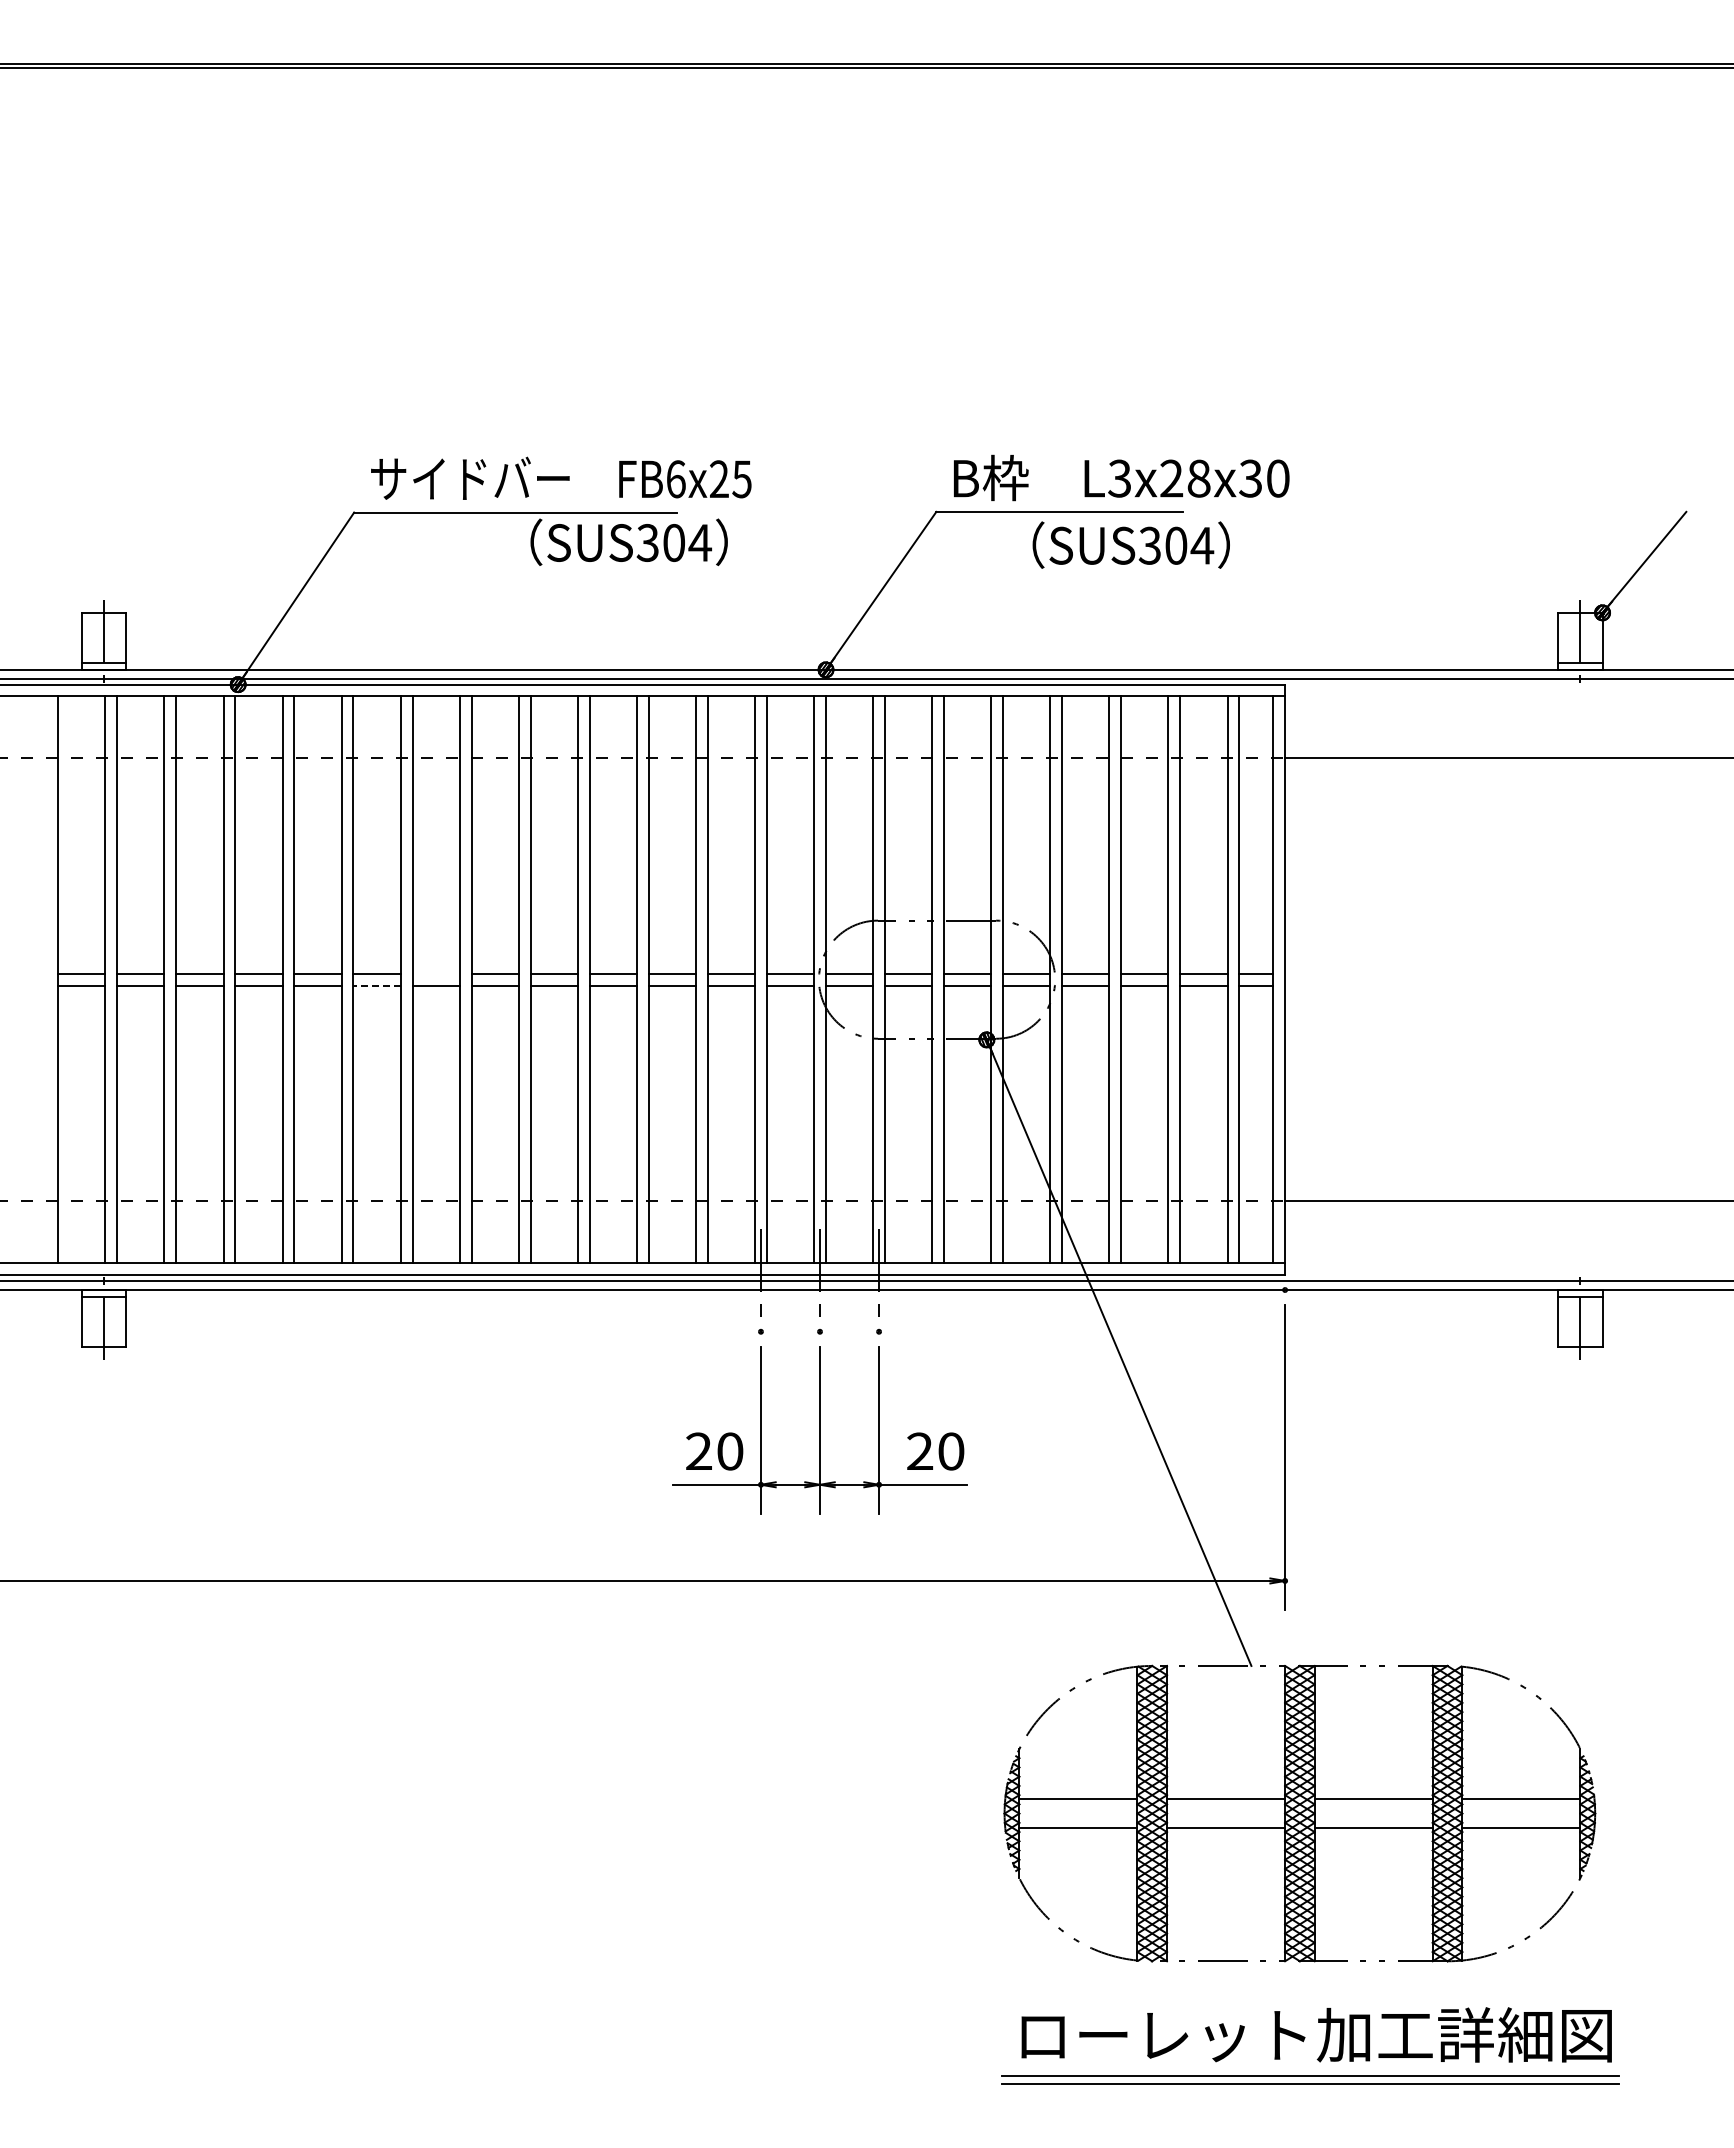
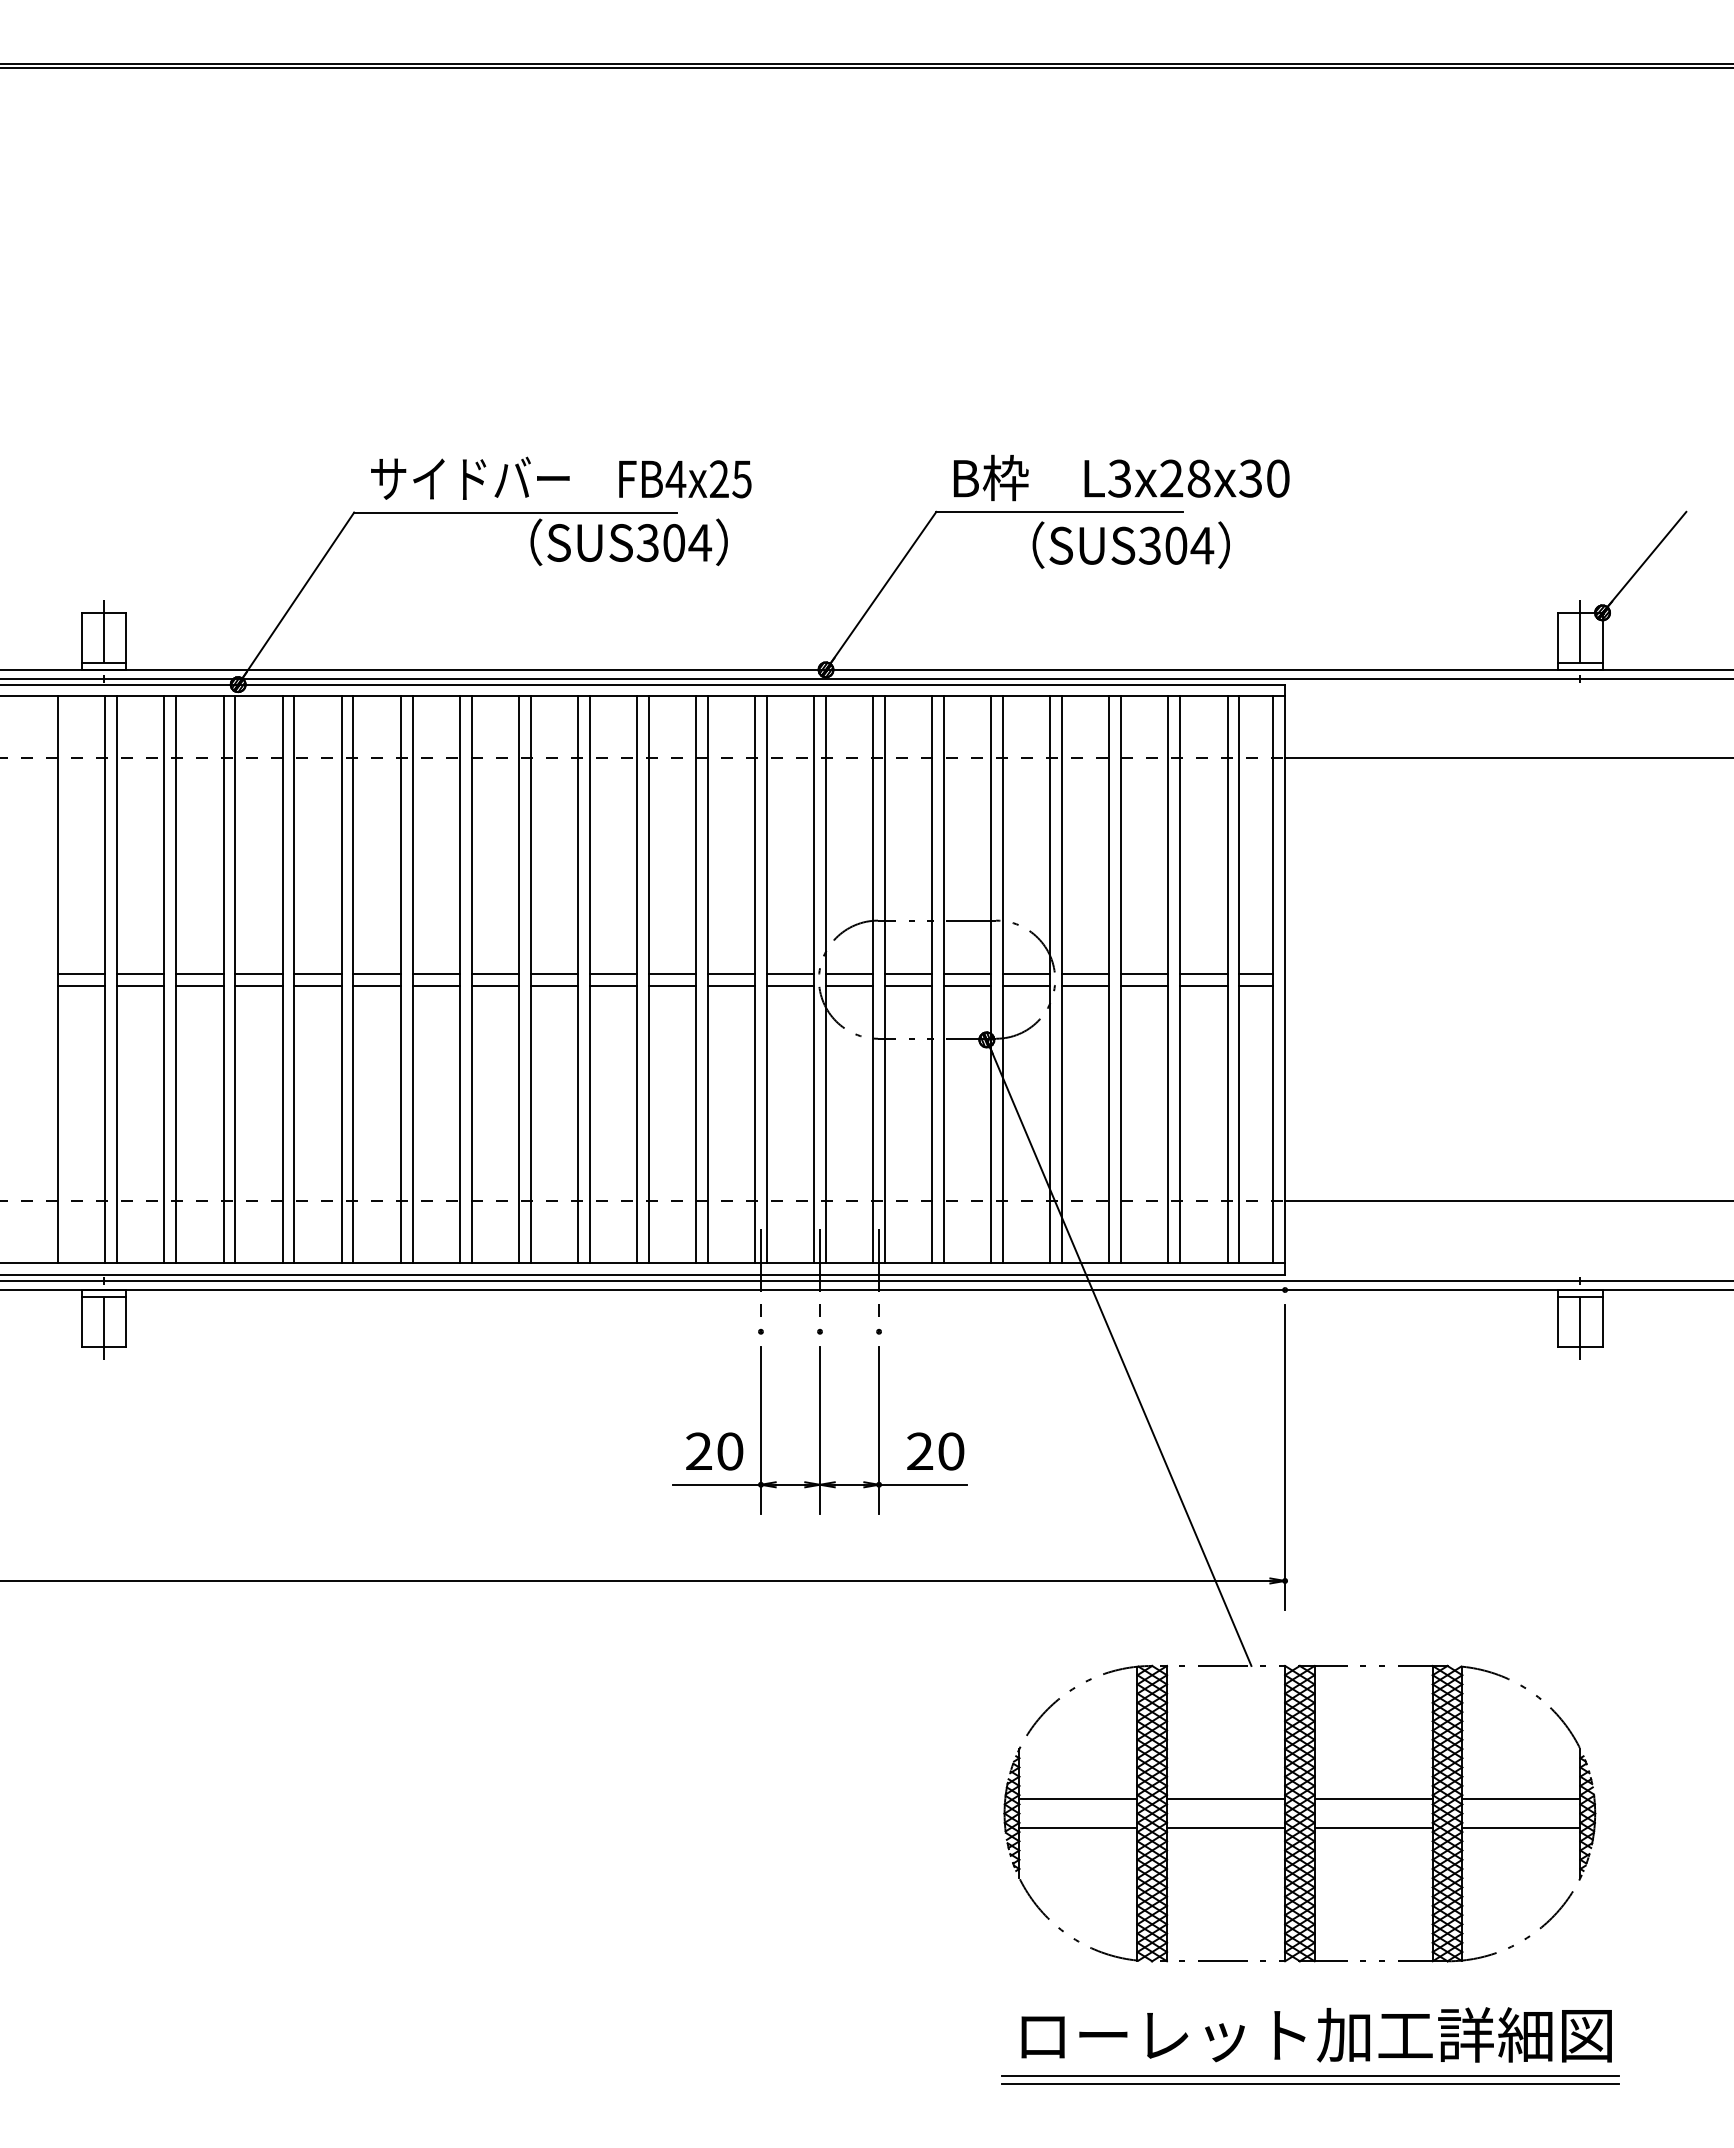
text at (675, 479): FB6x25 -> FB4x25
line at (435, 974): none -> present
line at (377, 985): dashed -> solid
